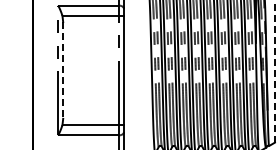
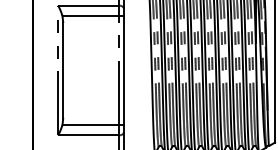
line at (274, 70): dashed -> solid
line at (63, 71): dashed -> solid
